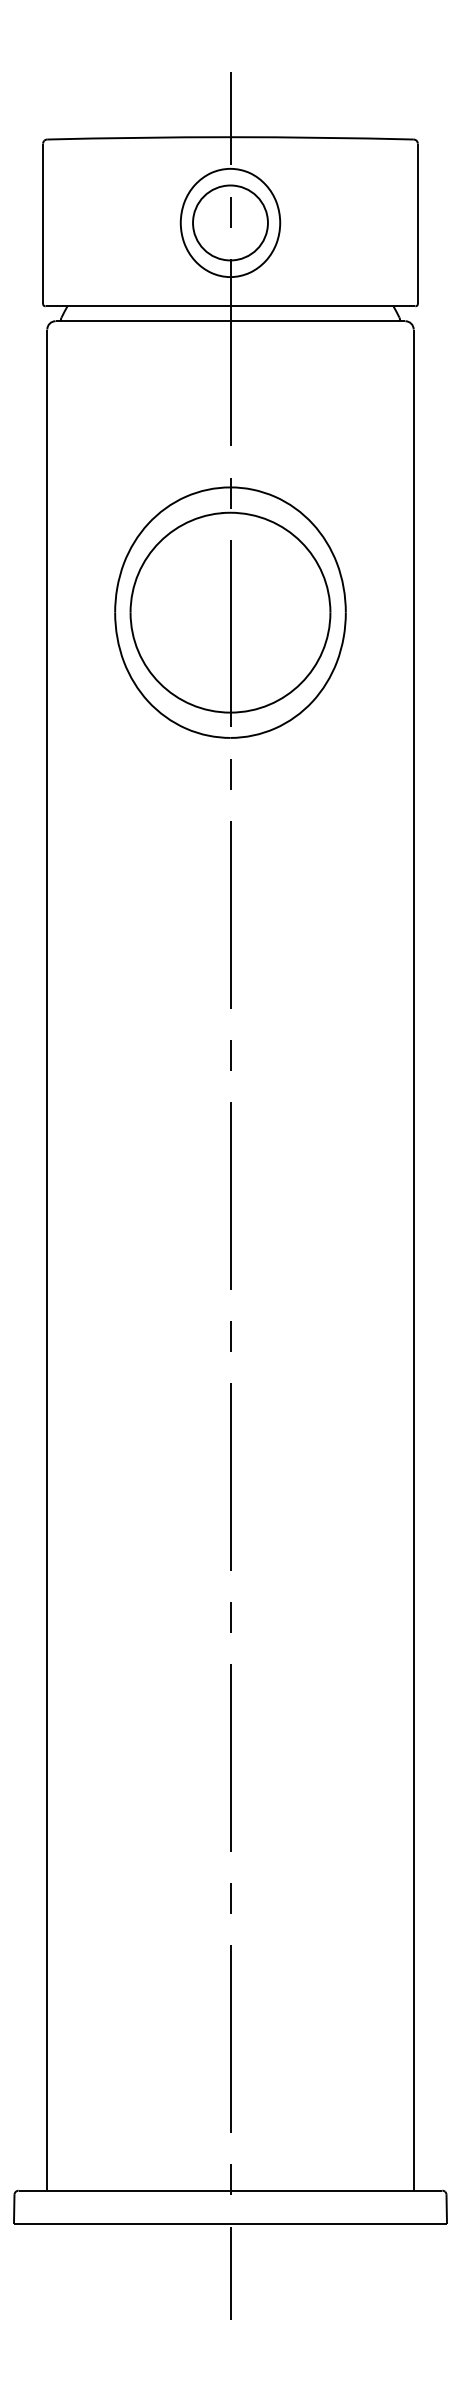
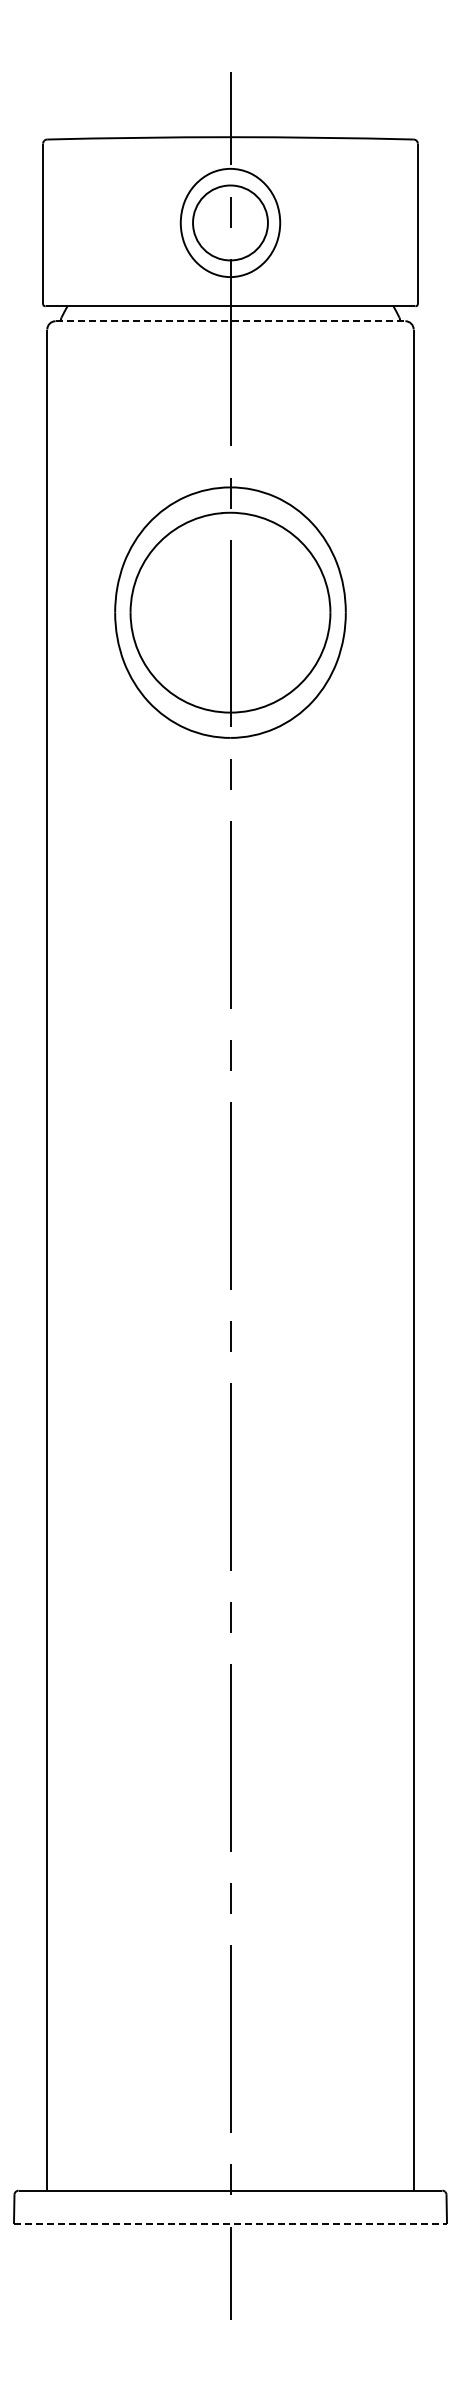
line at (230, 321): solid -> dashed
line at (230, 2224): solid -> dashed
